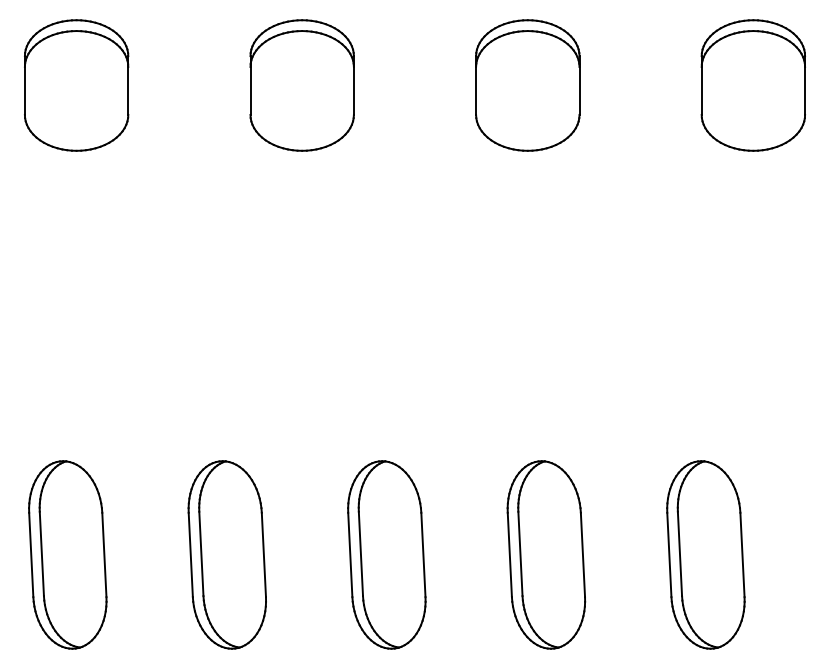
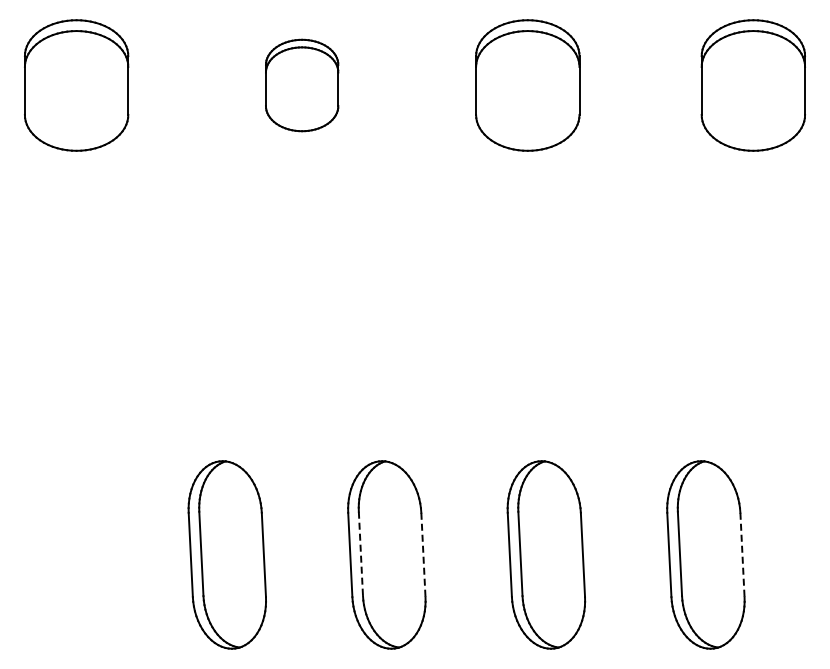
part at (301, 85) size: 106x133 px -> 75x95 px
part at (67, 554): present -> none
line at (360, 554): solid -> dashed
line at (423, 555): solid -> dashed
line at (742, 555): solid -> dashed
